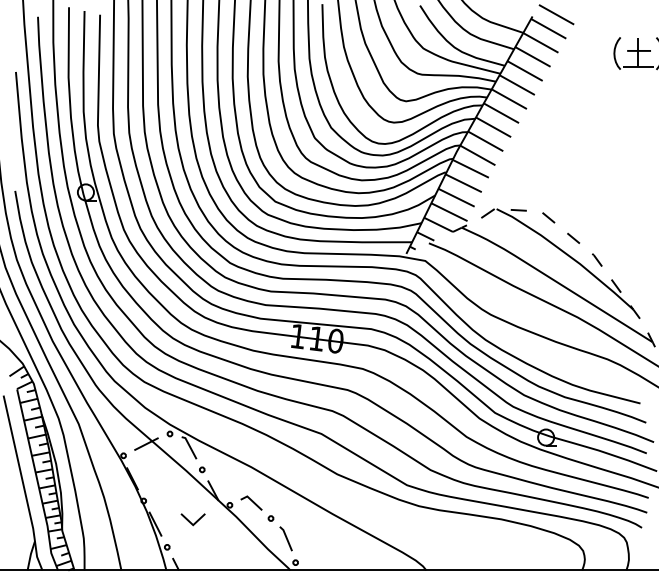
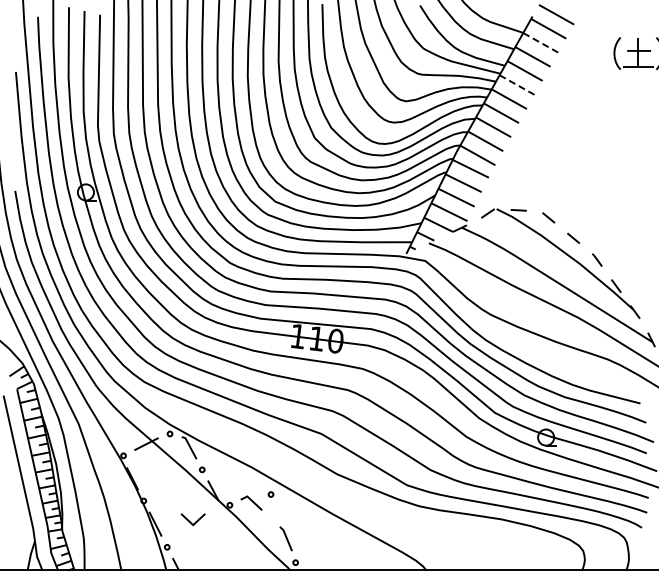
line at (541, 43): solid -> dashed
line at (517, 85): solid -> dashed
circle at (270, 518) position: (270, 518) -> (270, 494)
